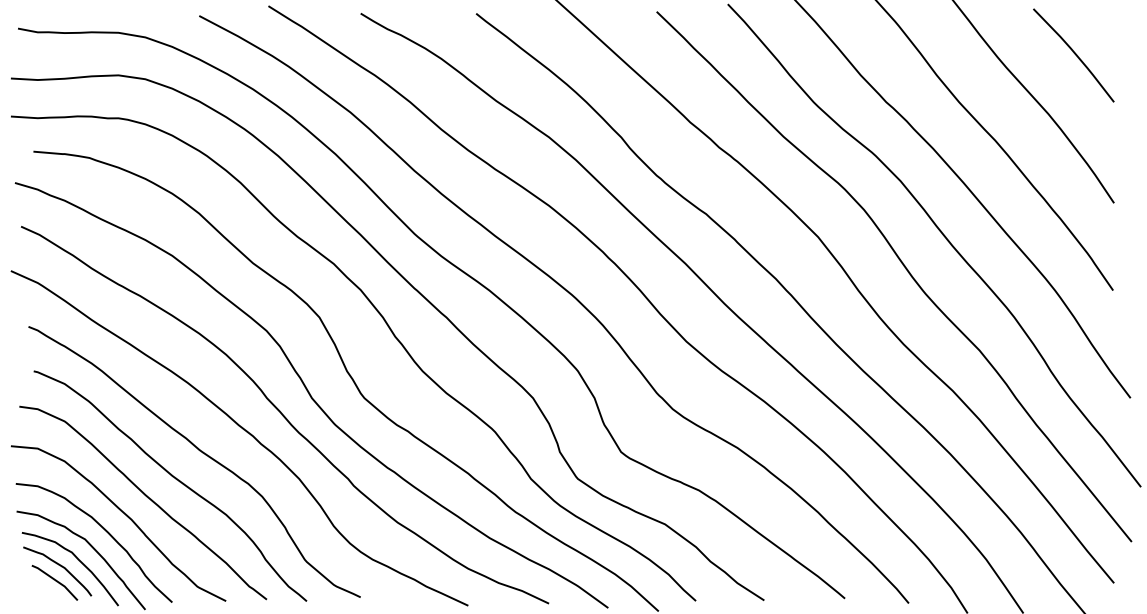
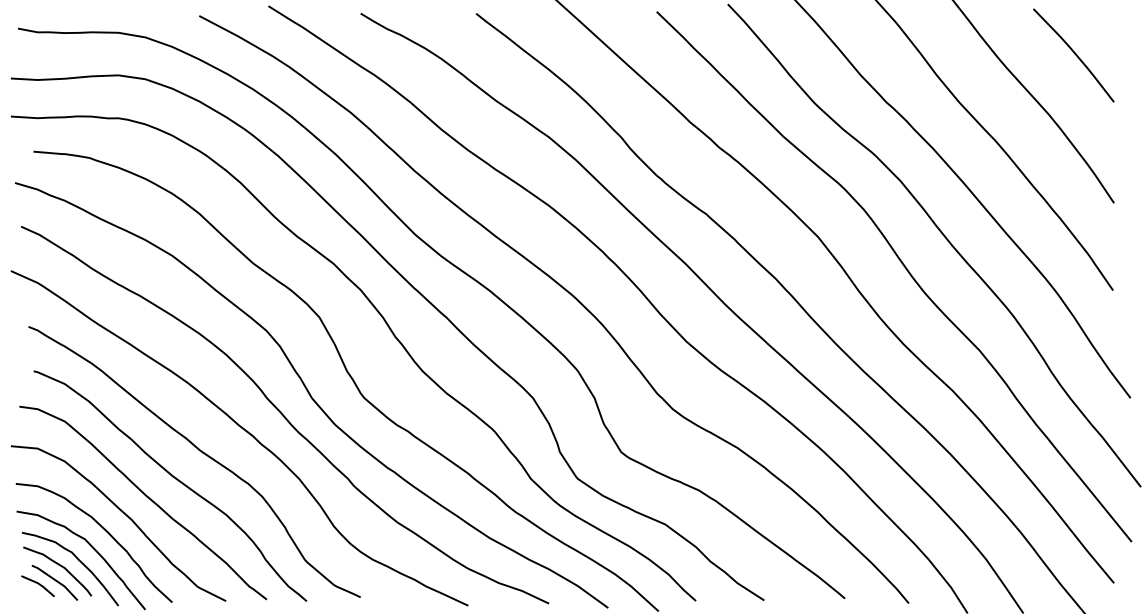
line at (37, 584): none -> present
